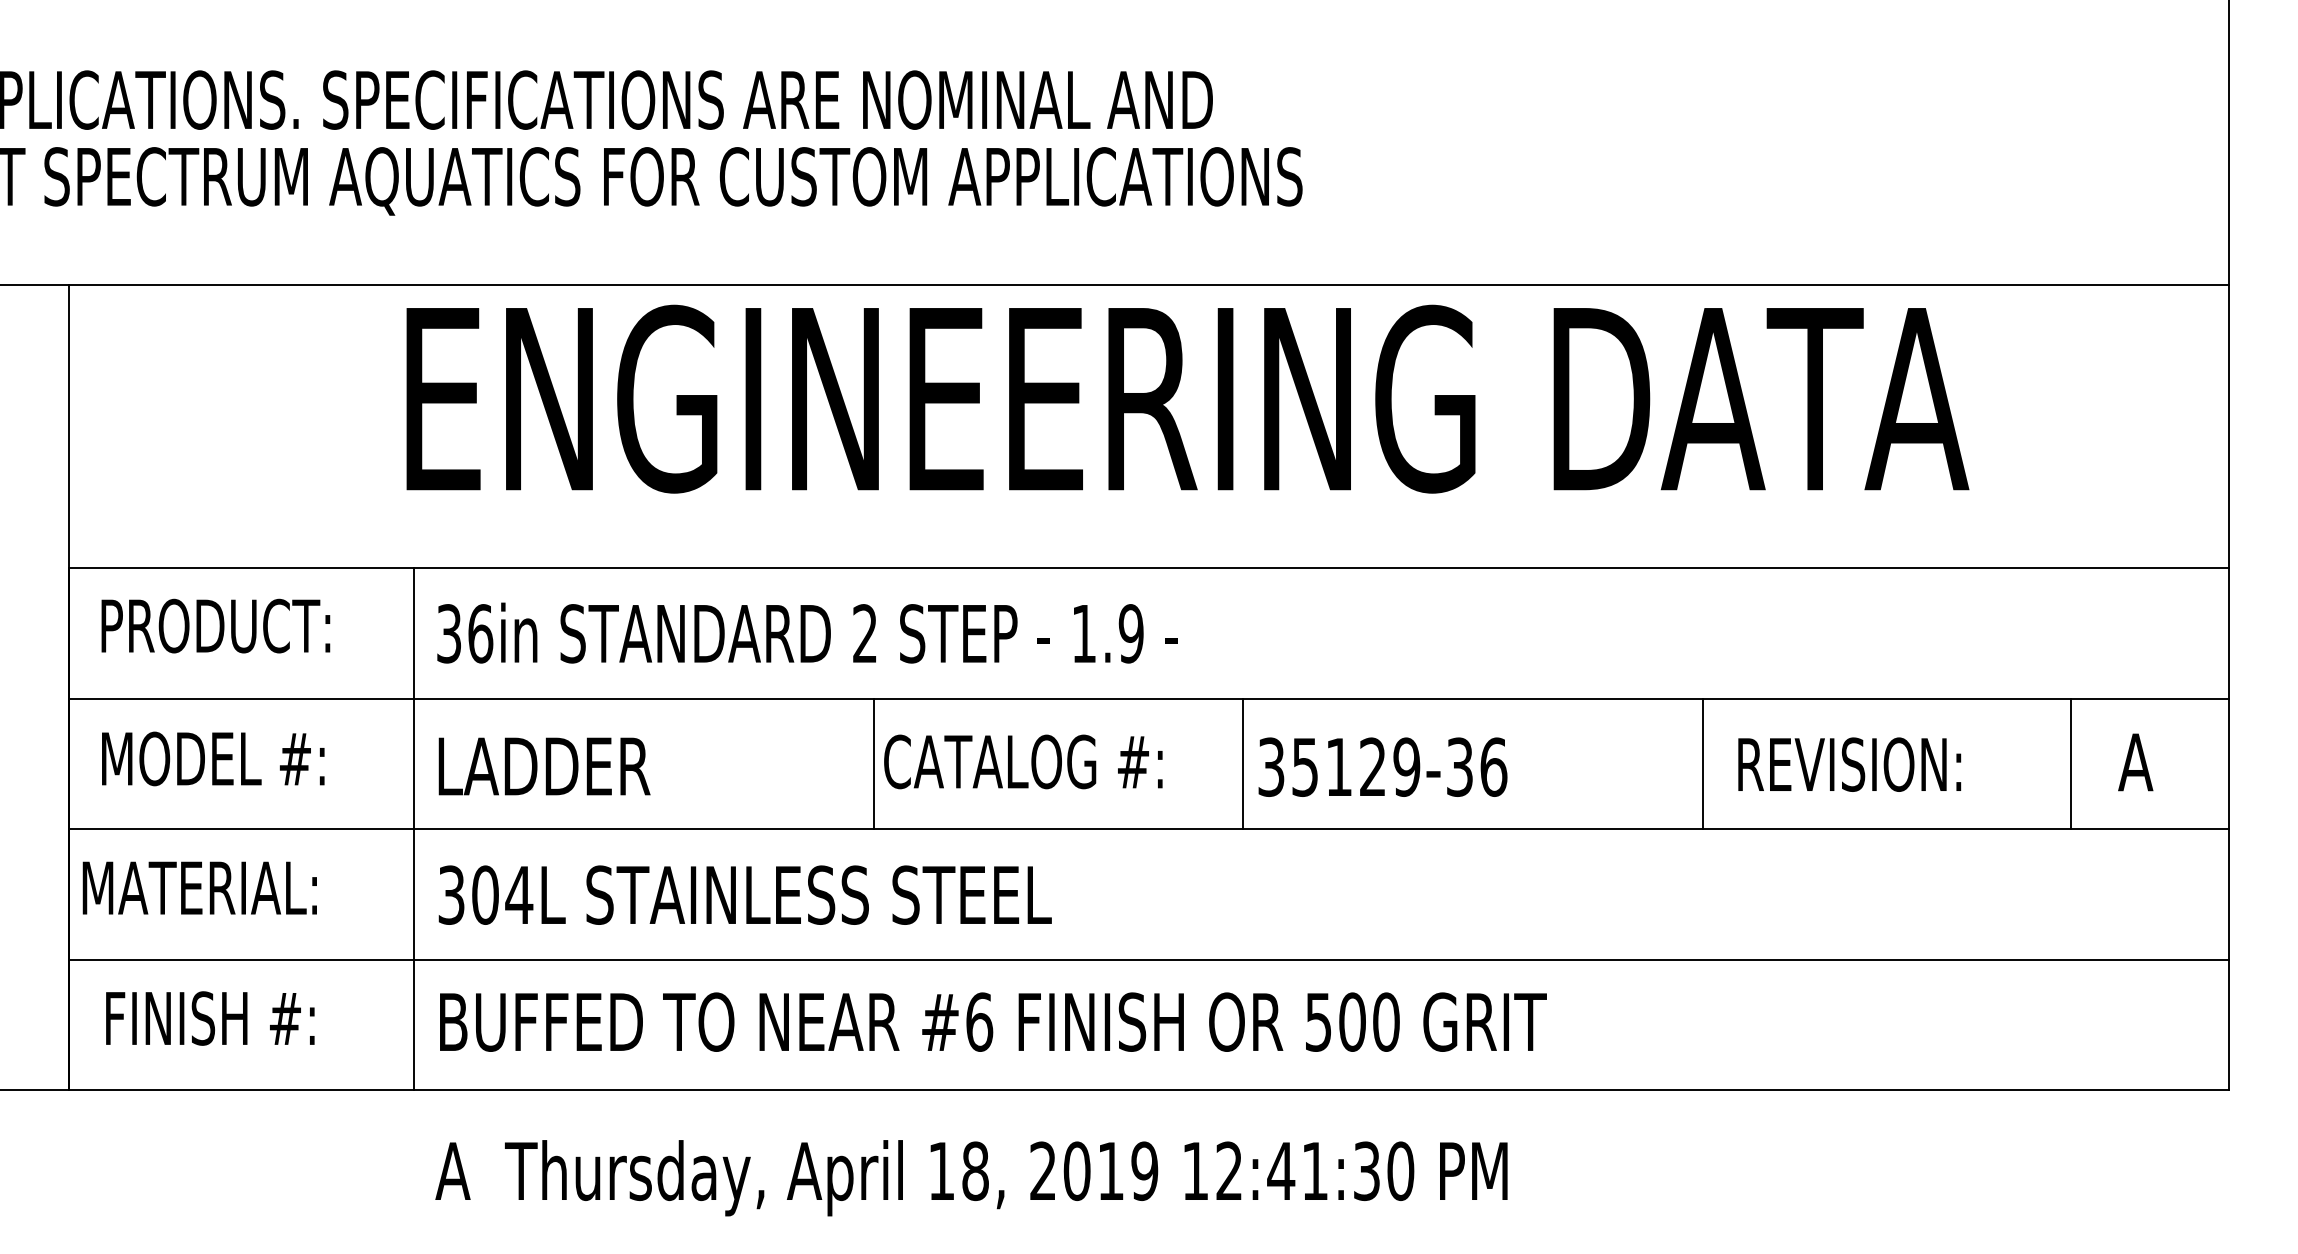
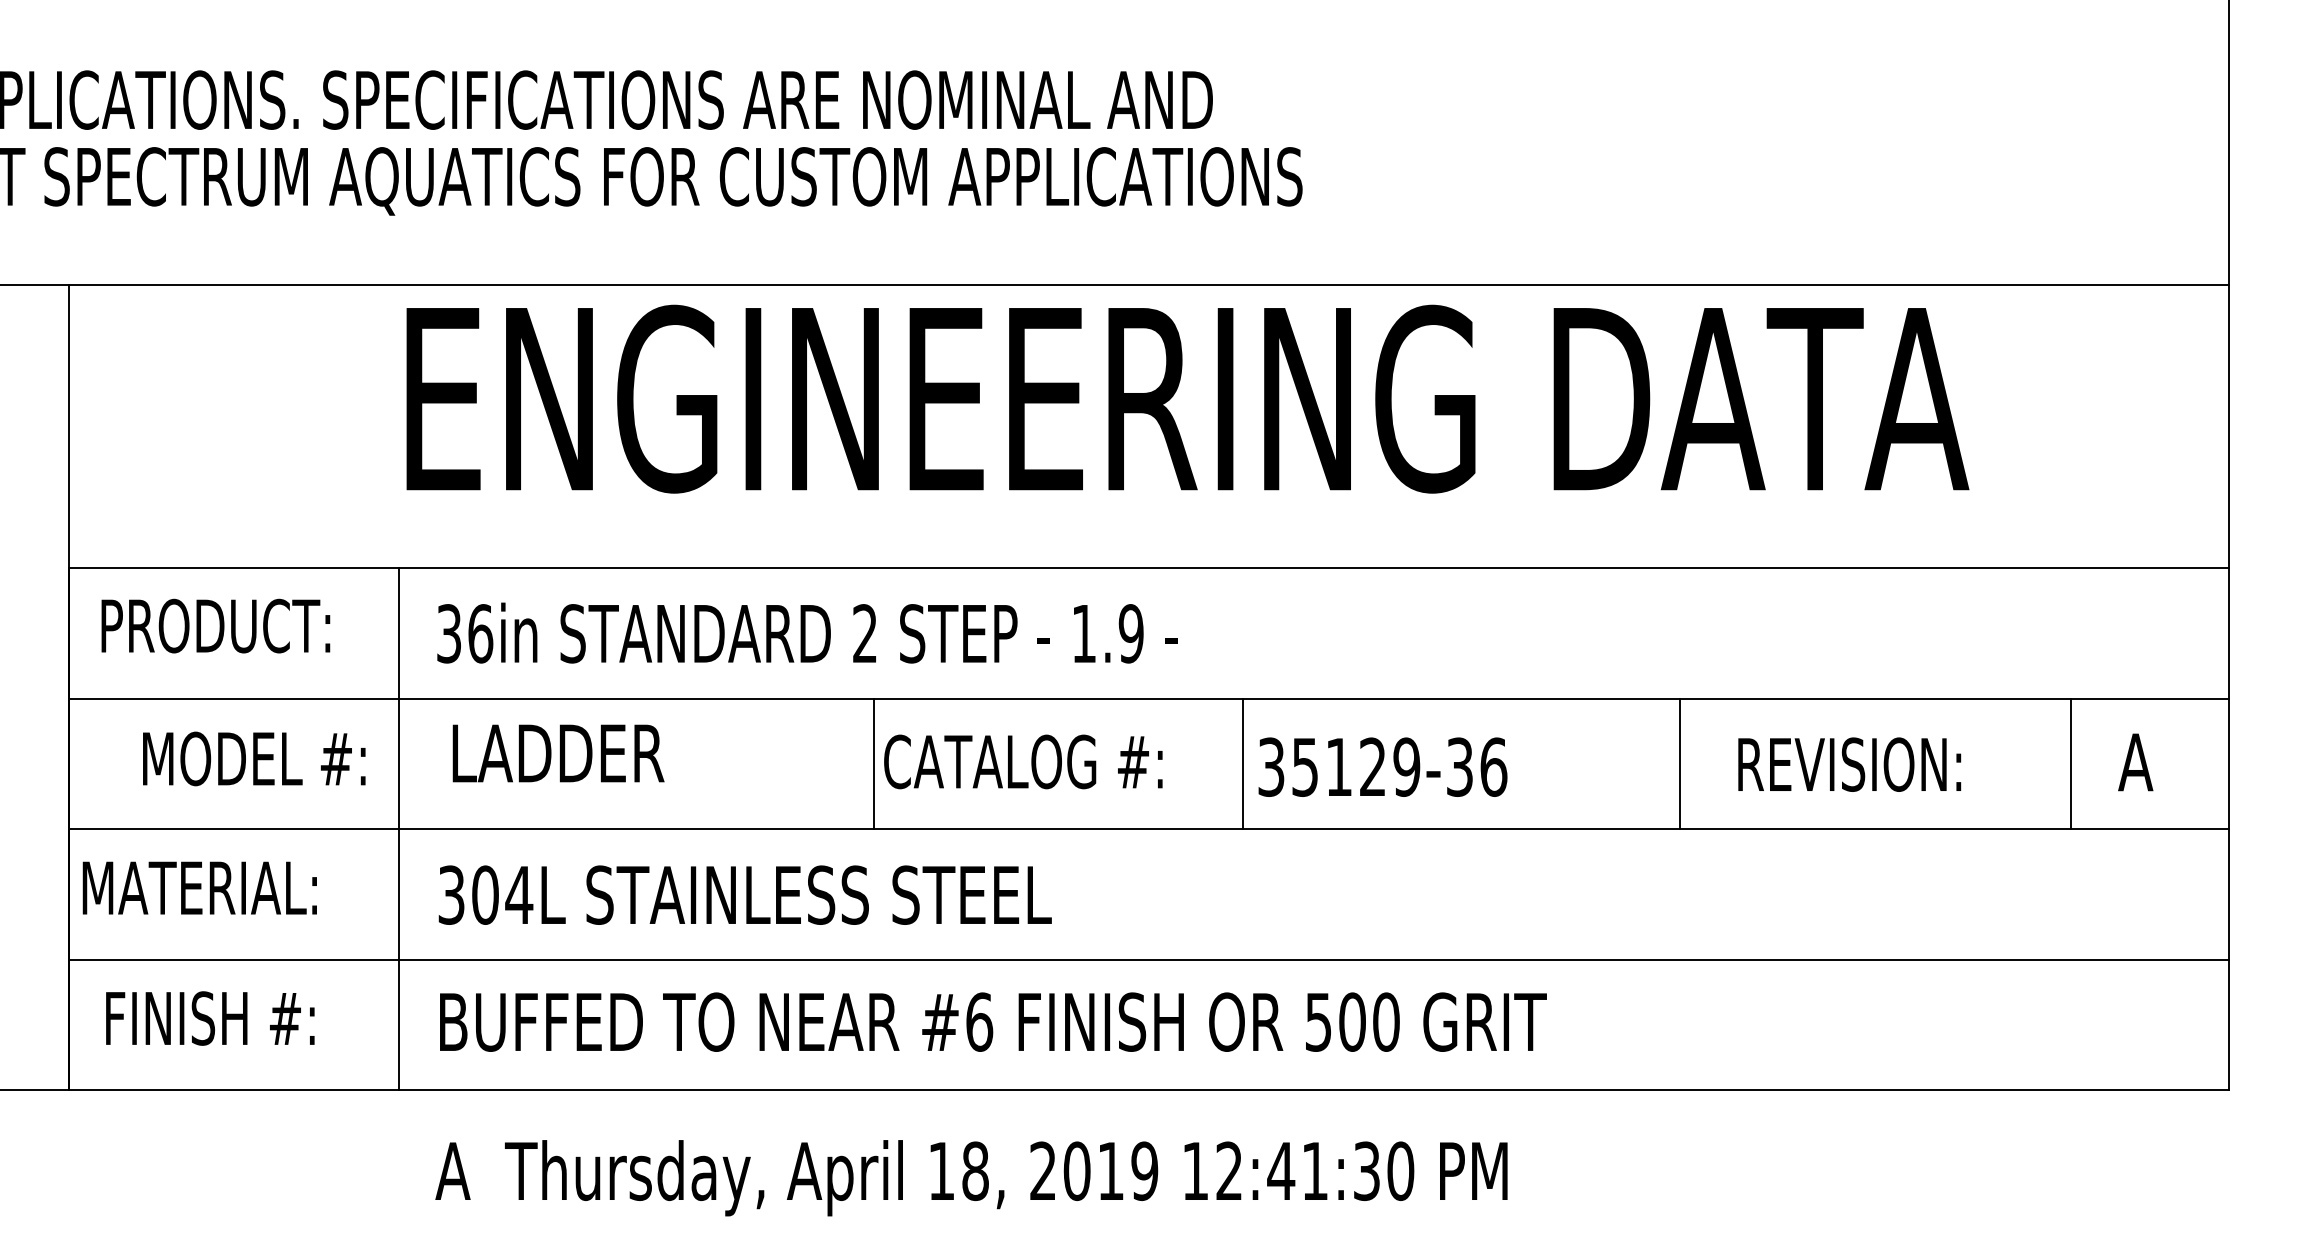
text at (213, 758) position: (213, 758) -> (254, 758)
line at (1702, 763) position: (1702, 763) -> (1679, 763)
text at (544, 766) position: (544, 766) -> (558, 753)
line at (414, 829) position: (414, 829) -> (399, 829)
